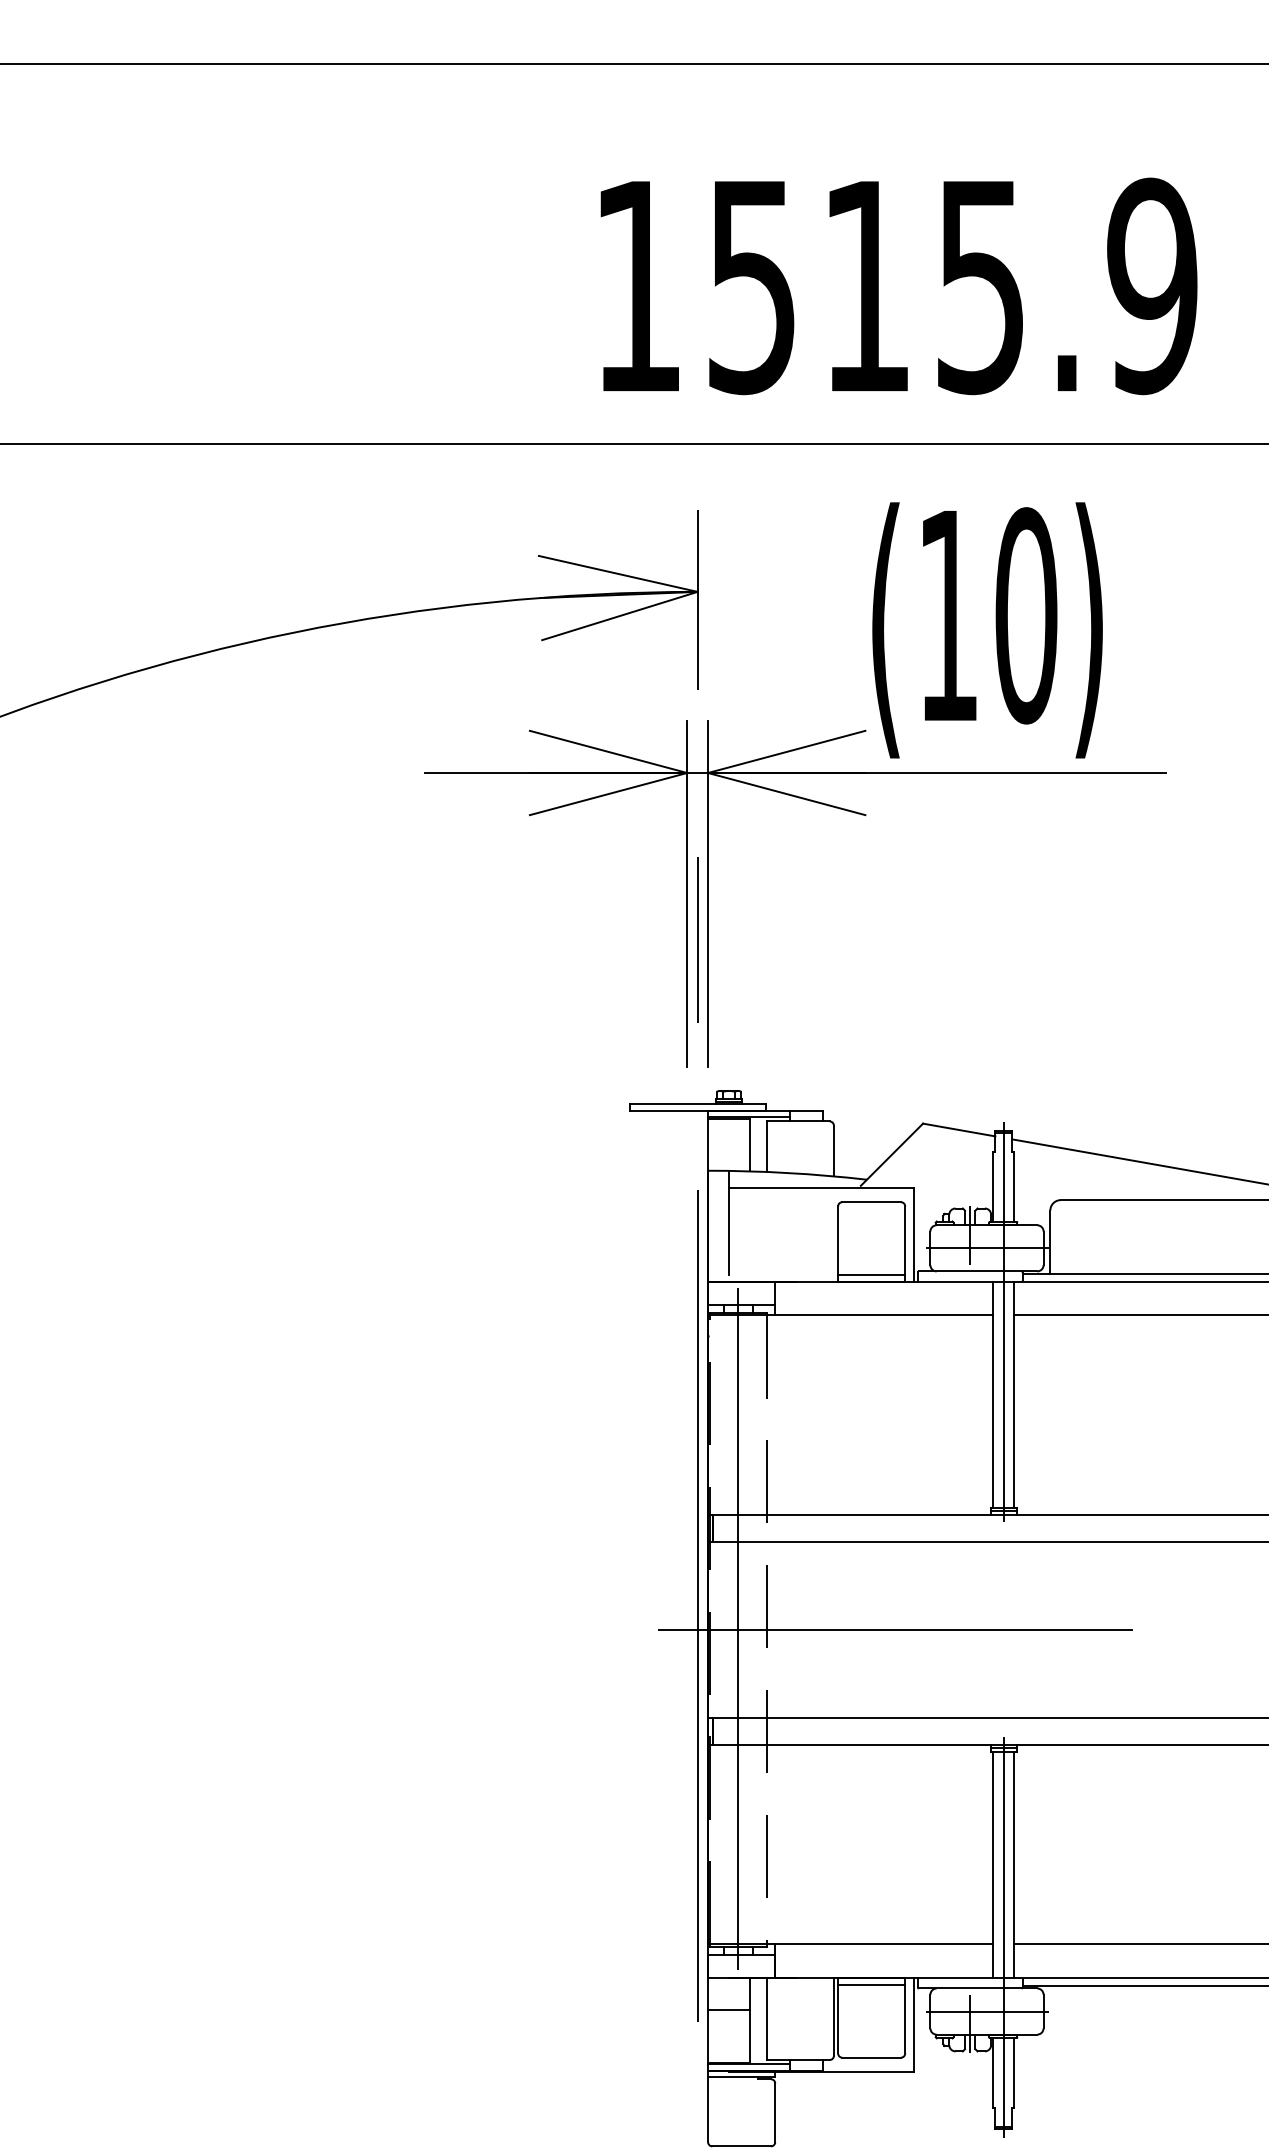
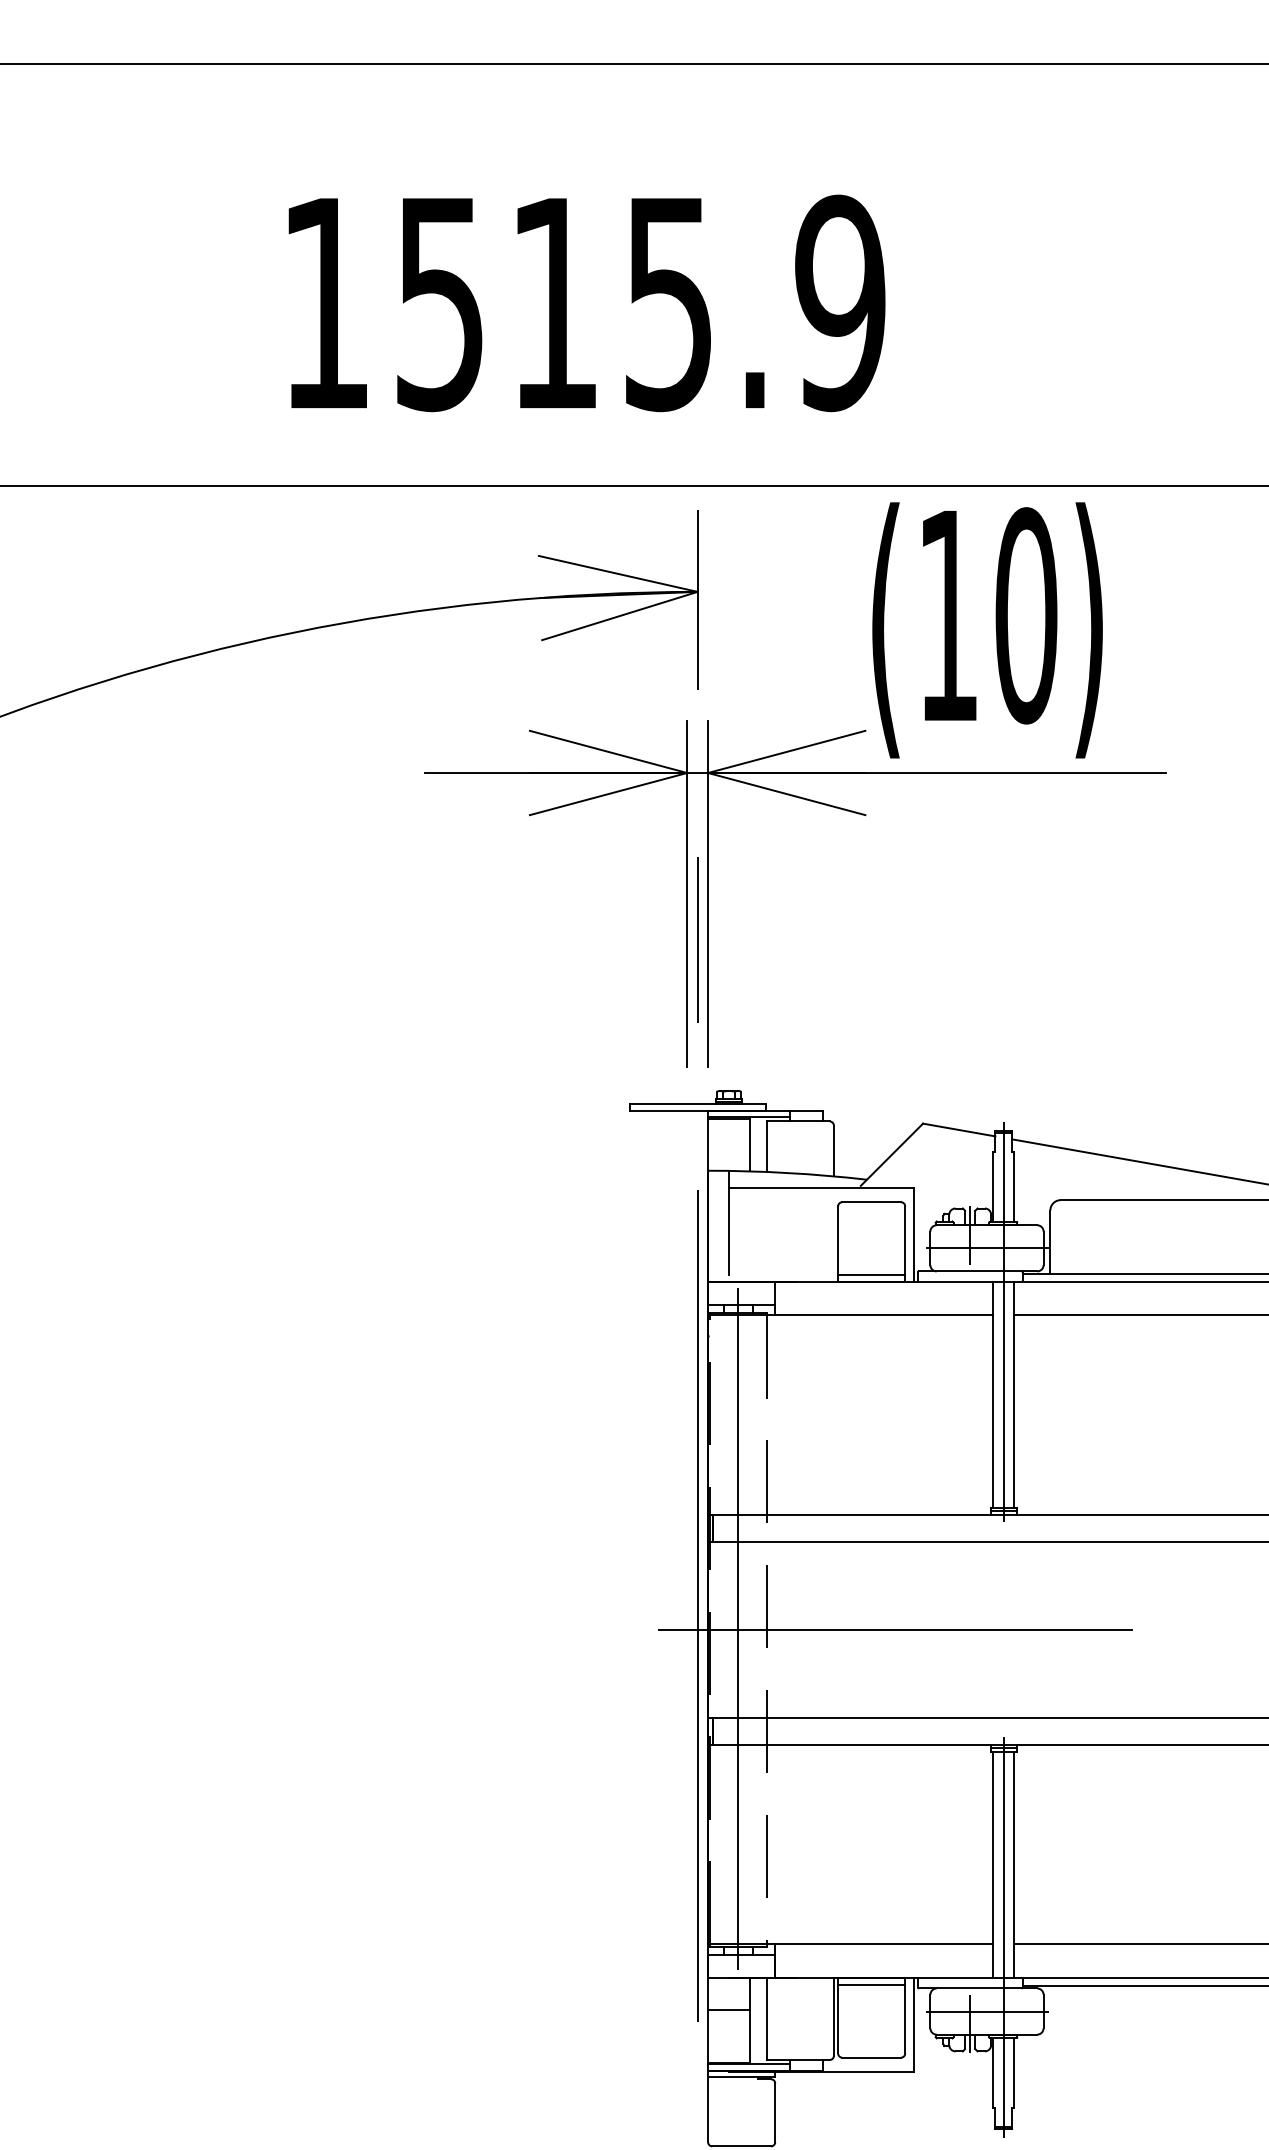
text at (898, 286) position: (898, 286) -> (586, 303)
line at (633, 443) position: (633, 443) -> (633, 485)
